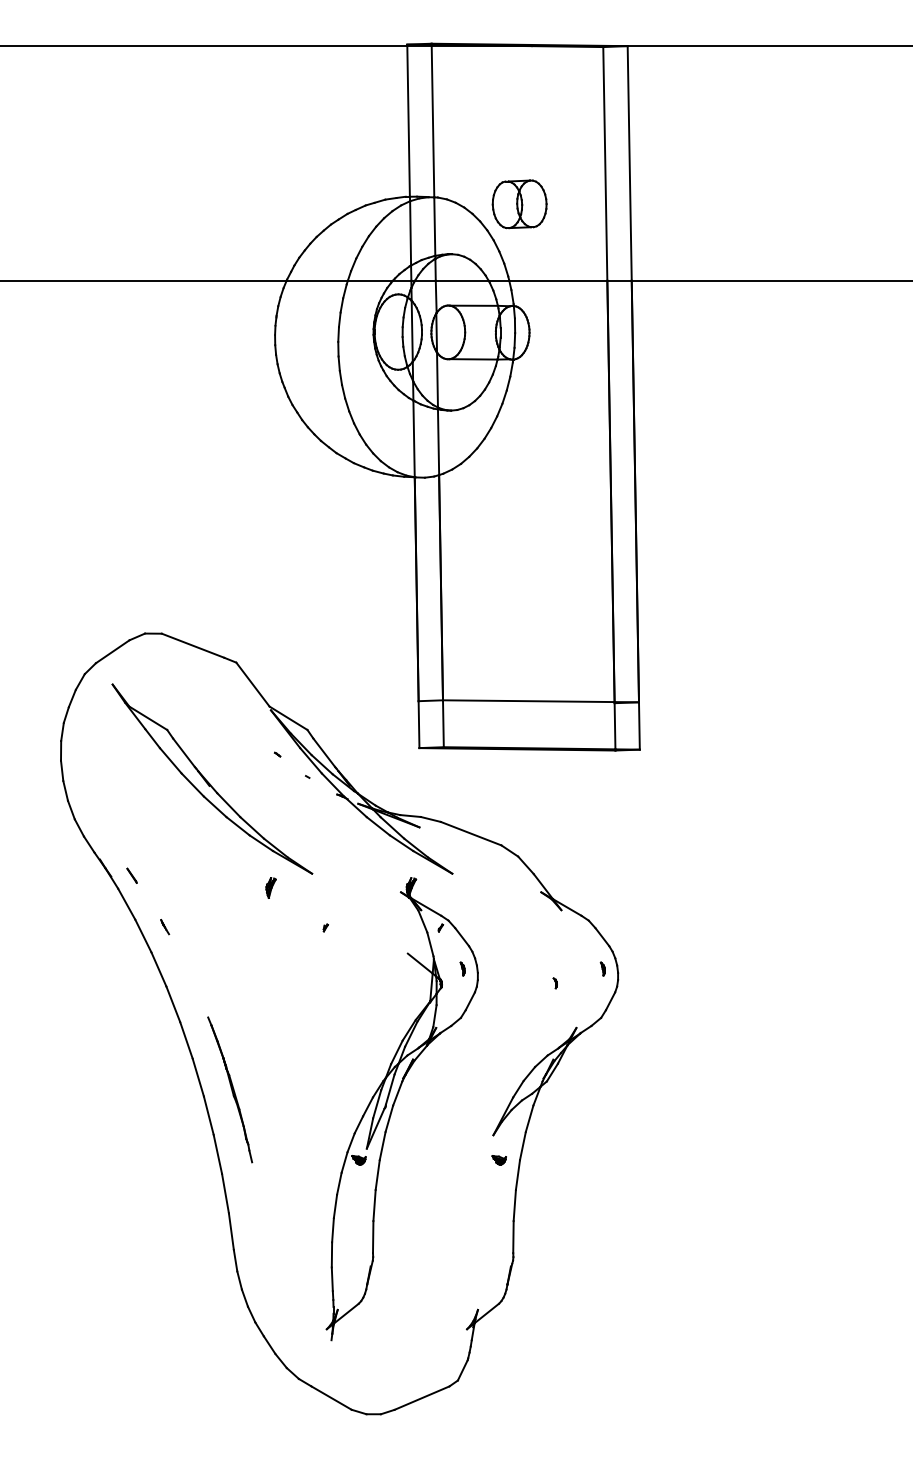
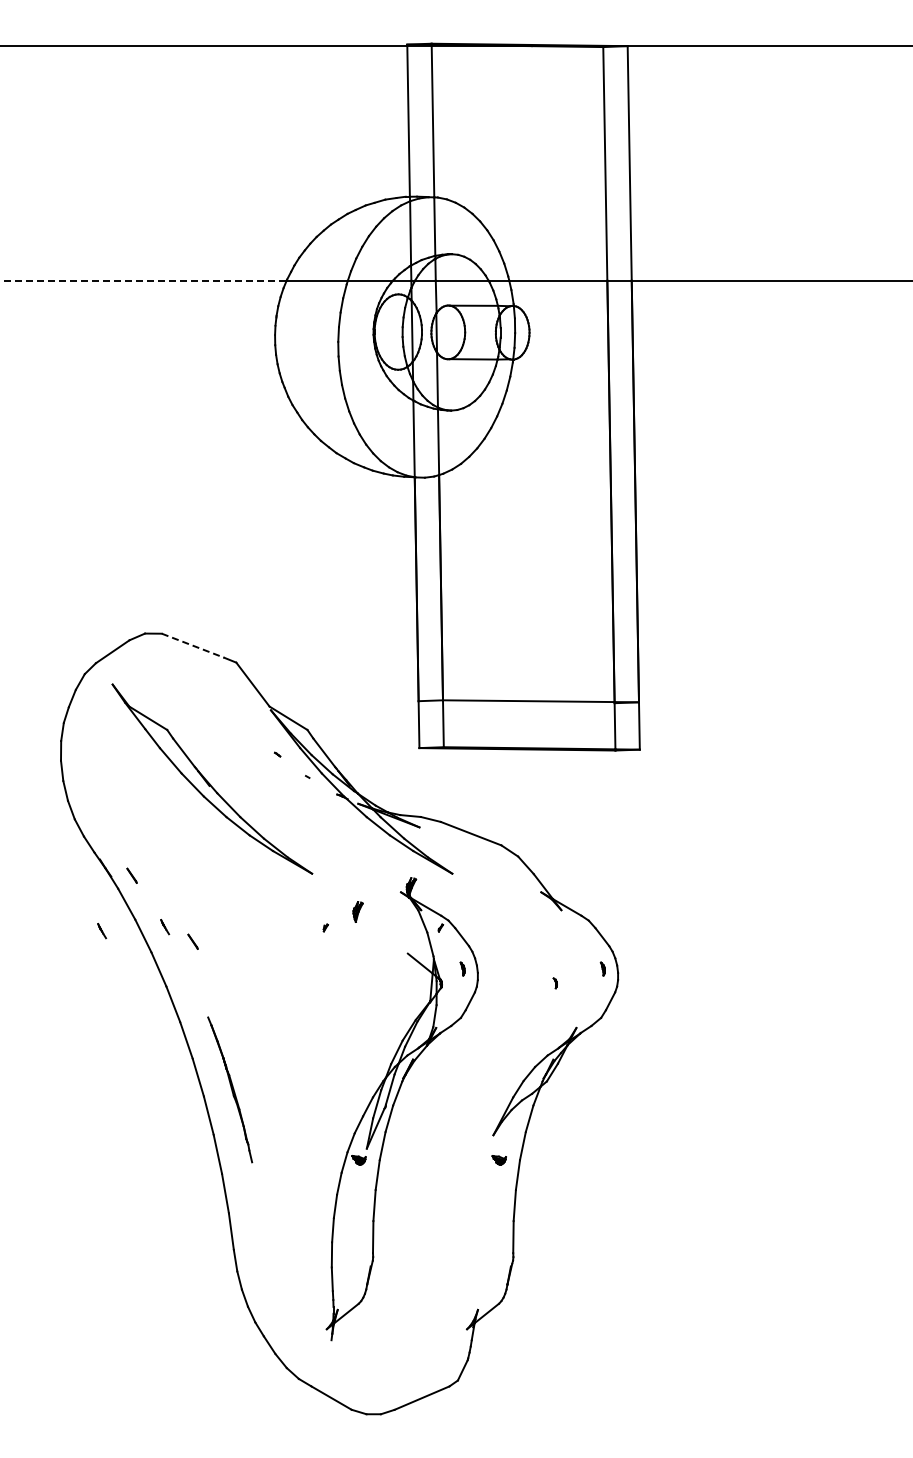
part at (519, 204): present -> none
line at (143, 280): solid -> dashed
line at (193, 645): solid -> dashed
part at (270, 887) position: (270, 887) -> (357, 911)
line at (102, 931): none -> present
line at (192, 941): none -> present
